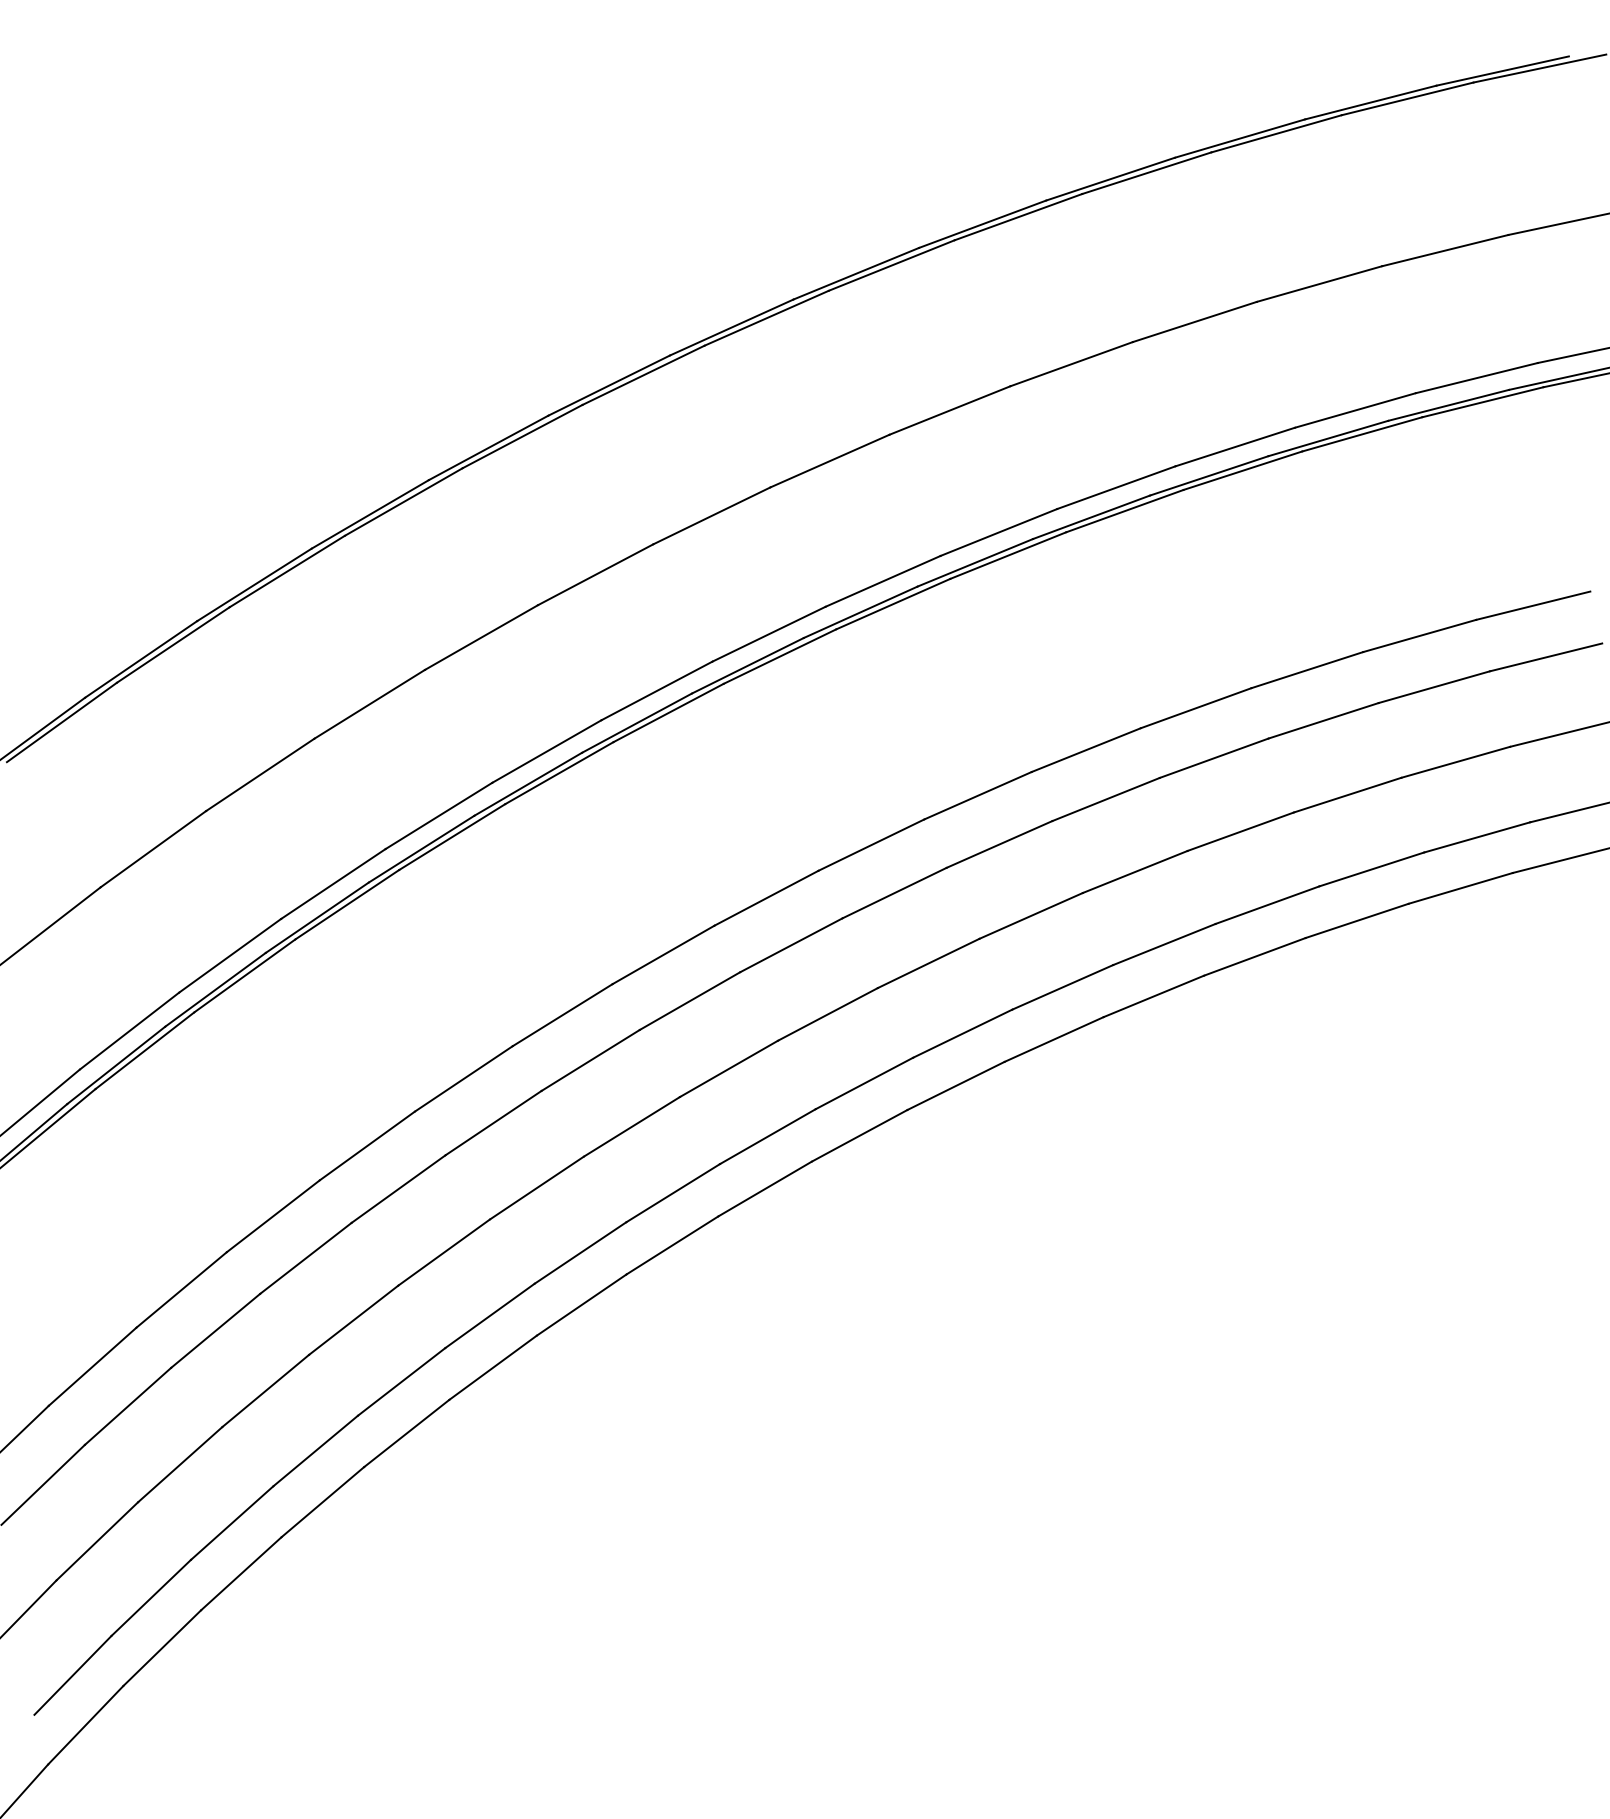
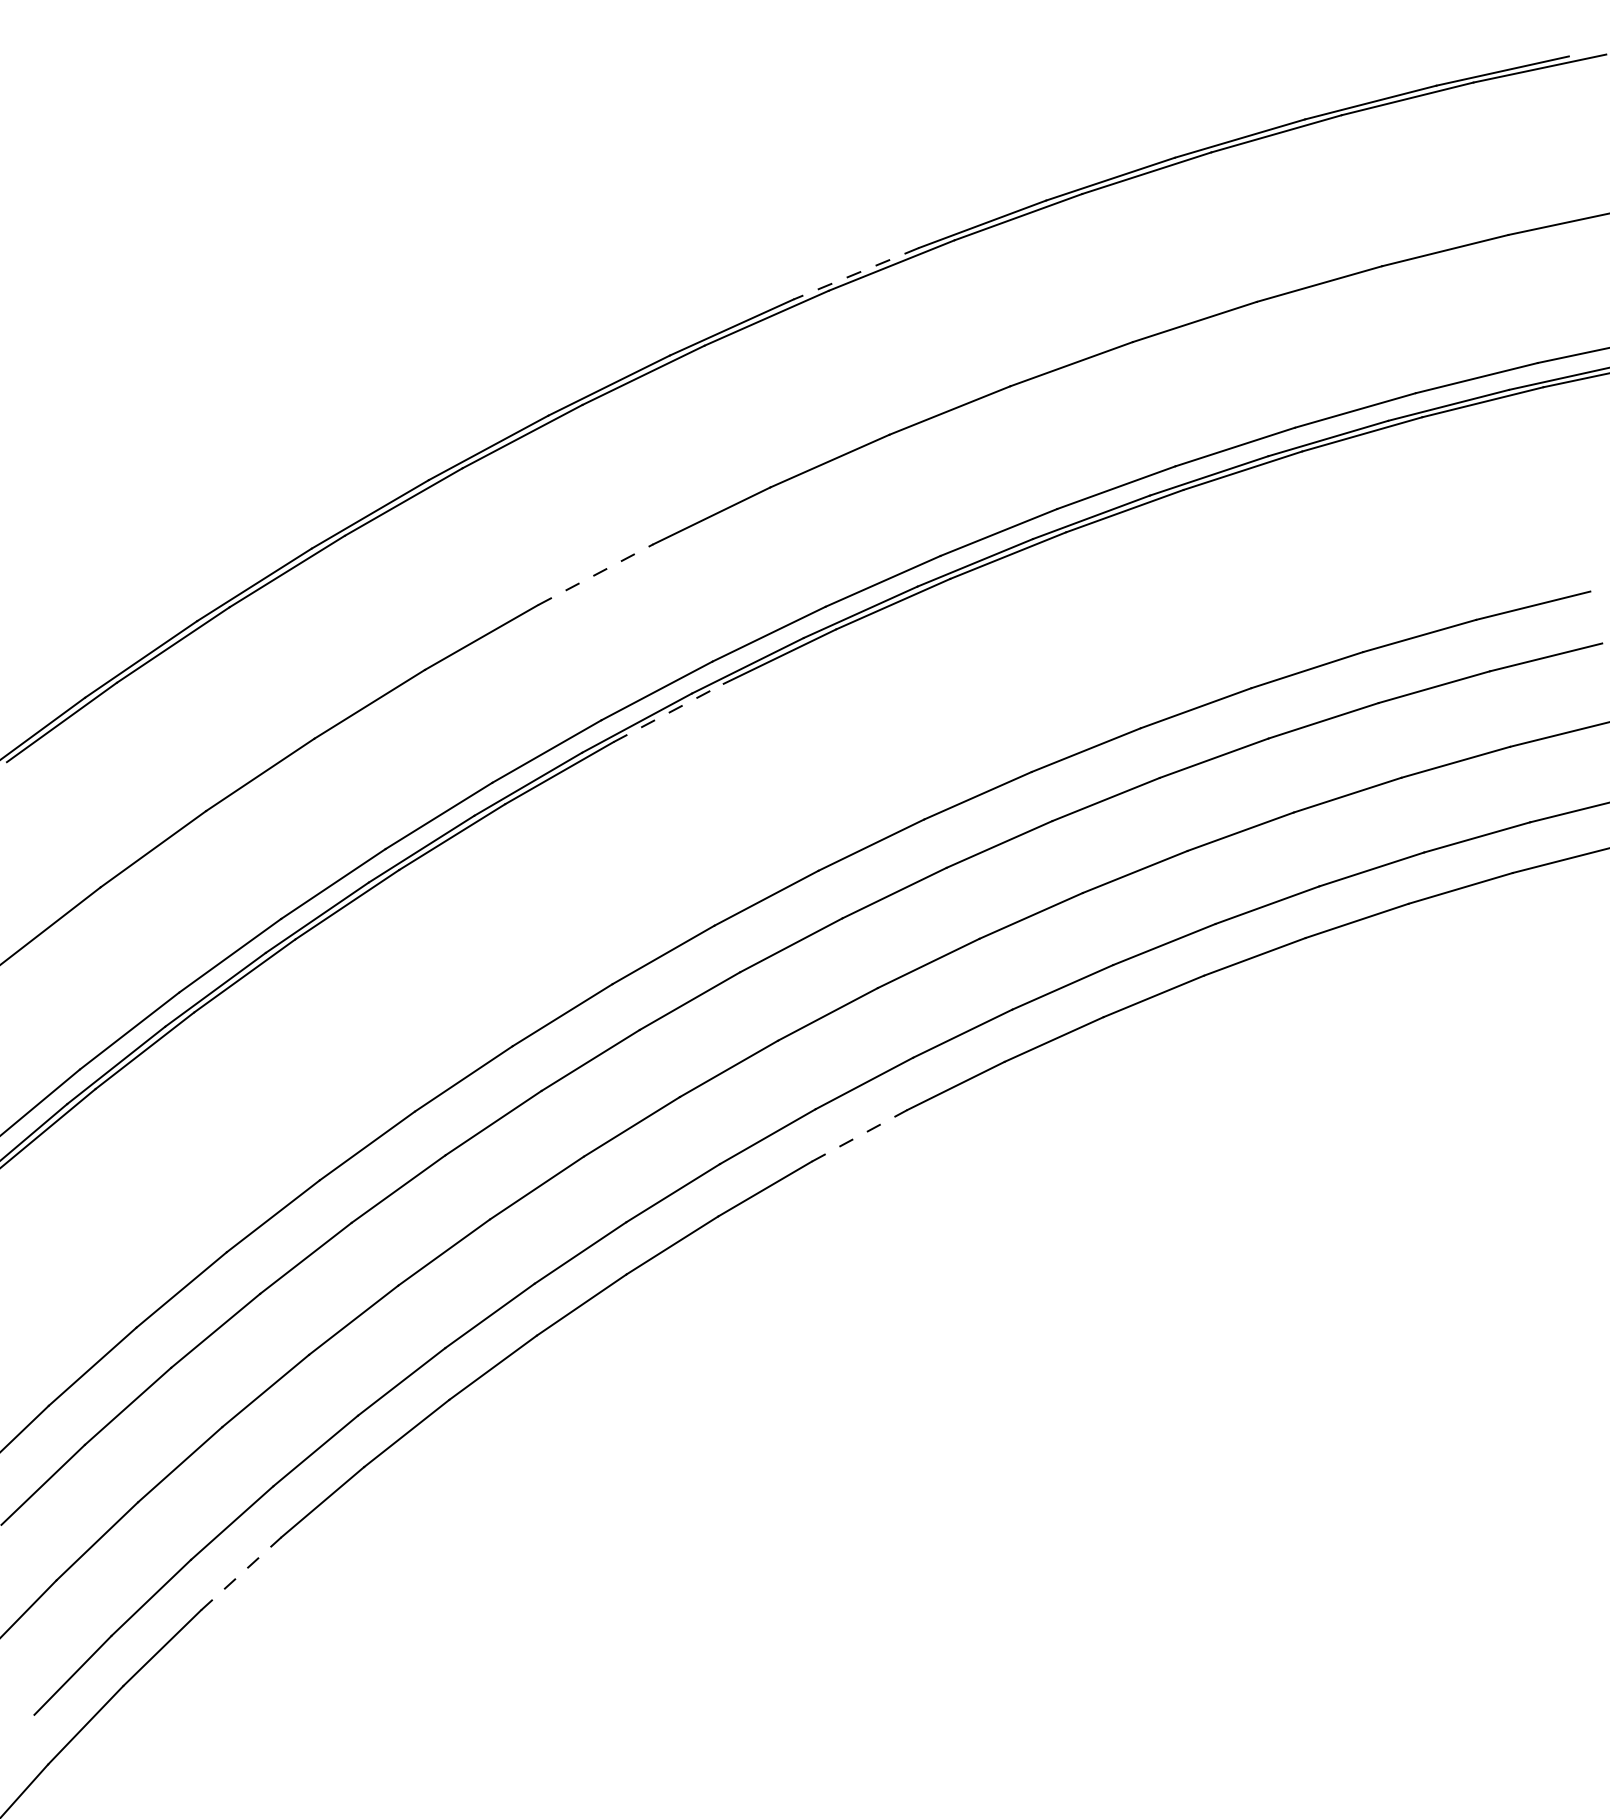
line at (856, 273): solid -> dashed
line at (596, 574): solid -> dashed
line at (669, 712): solid -> dashed
line at (860, 1135): solid -> dashed
line at (241, 1573): solid -> dashed
